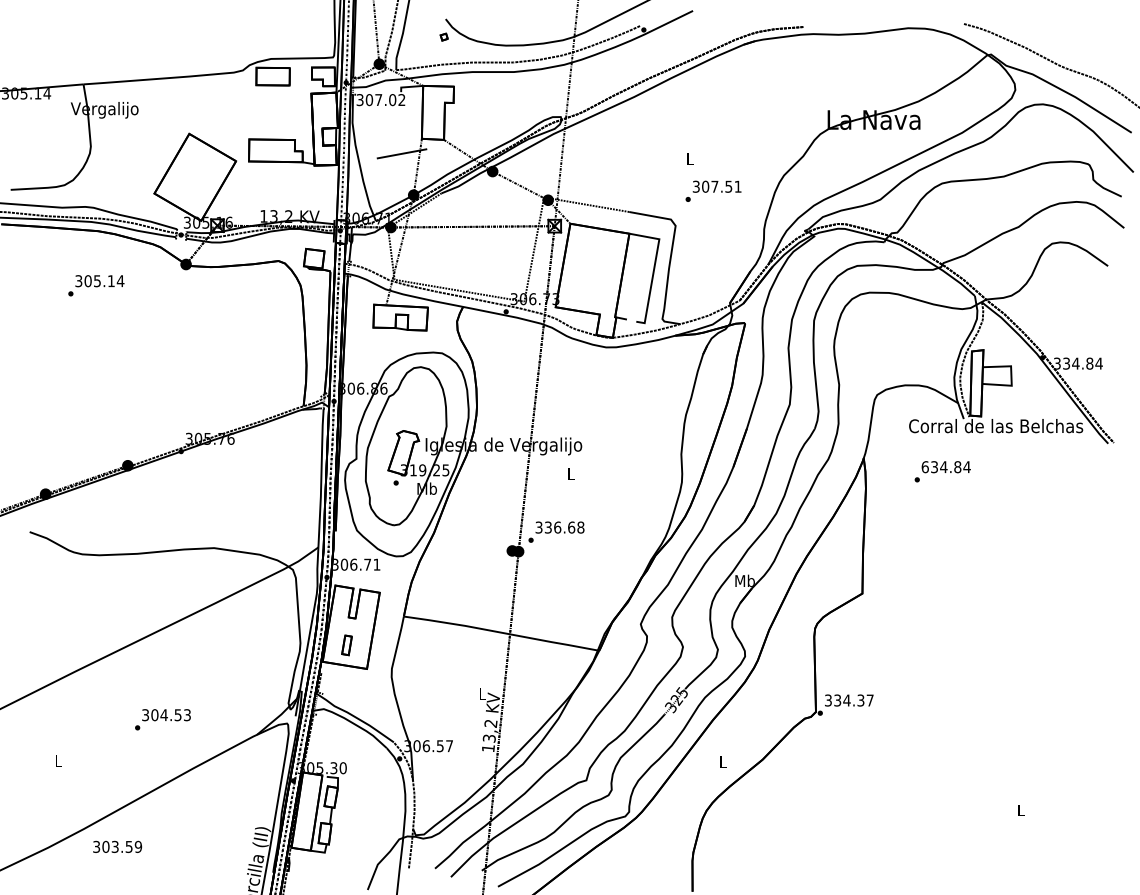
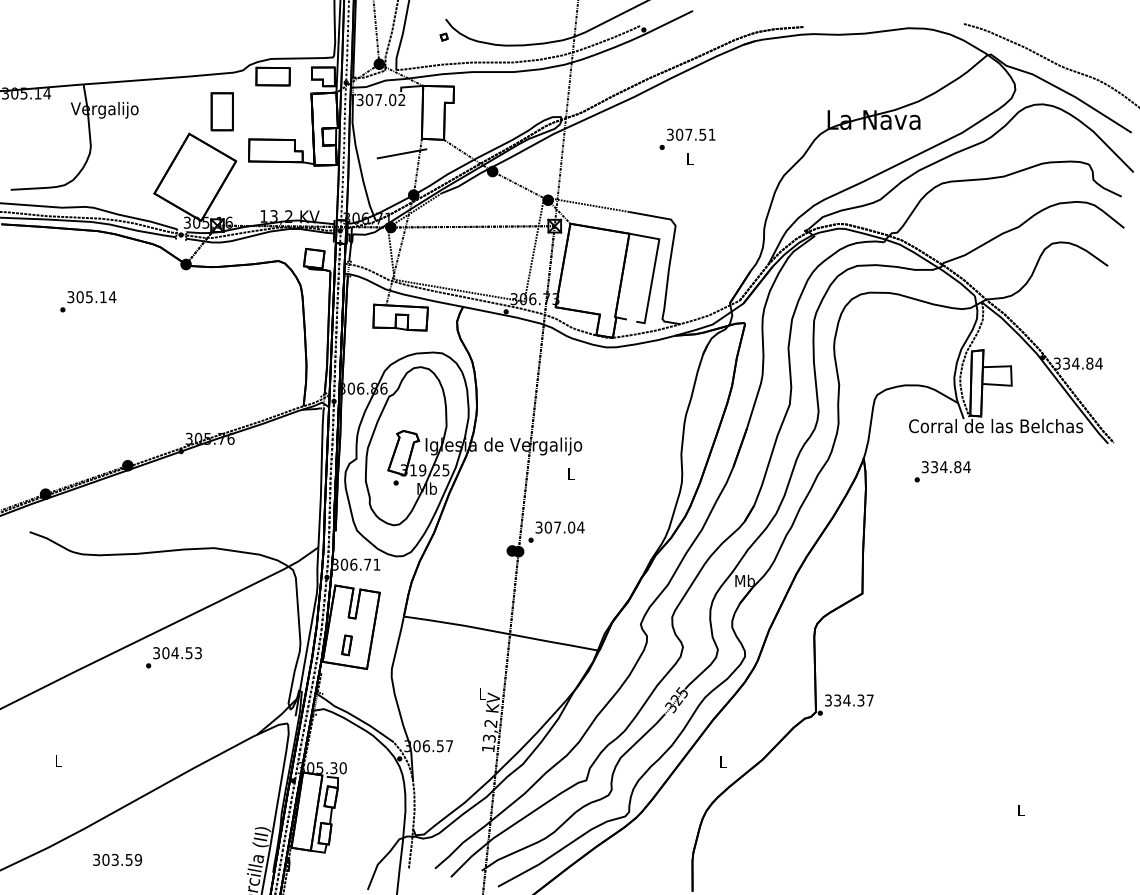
part at (221, 111): none -> present
text at (713, 190) position: (713, 190) -> (687, 138)
text at (96, 285) position: (96, 285) -> (88, 301)
text at (924, 467): 634.84 -> 334.84
text at (564, 527): 336.68 -> 307.04
text at (162, 719) position: (162, 719) -> (173, 657)
text at (117, 846) position: (117, 846) -> (117, 859)
